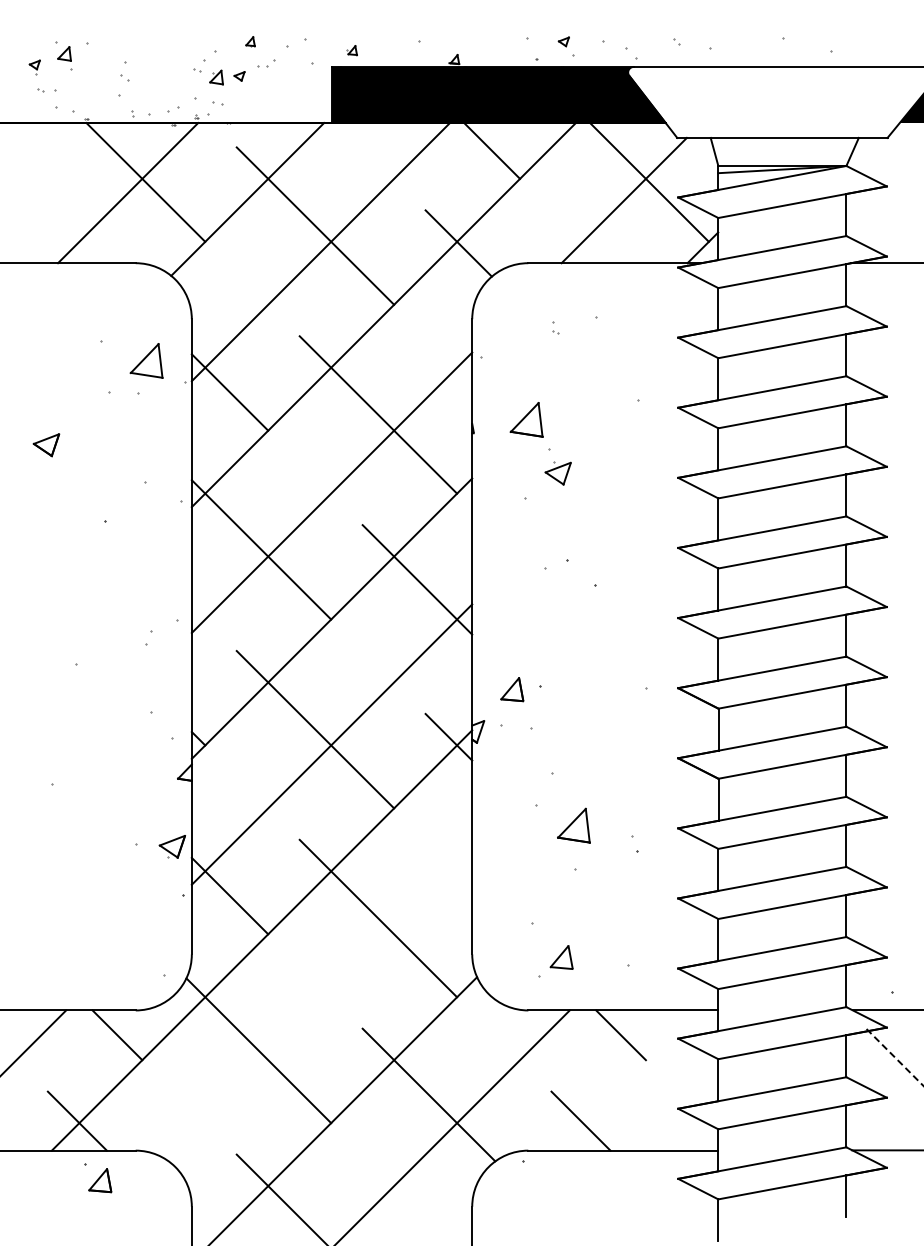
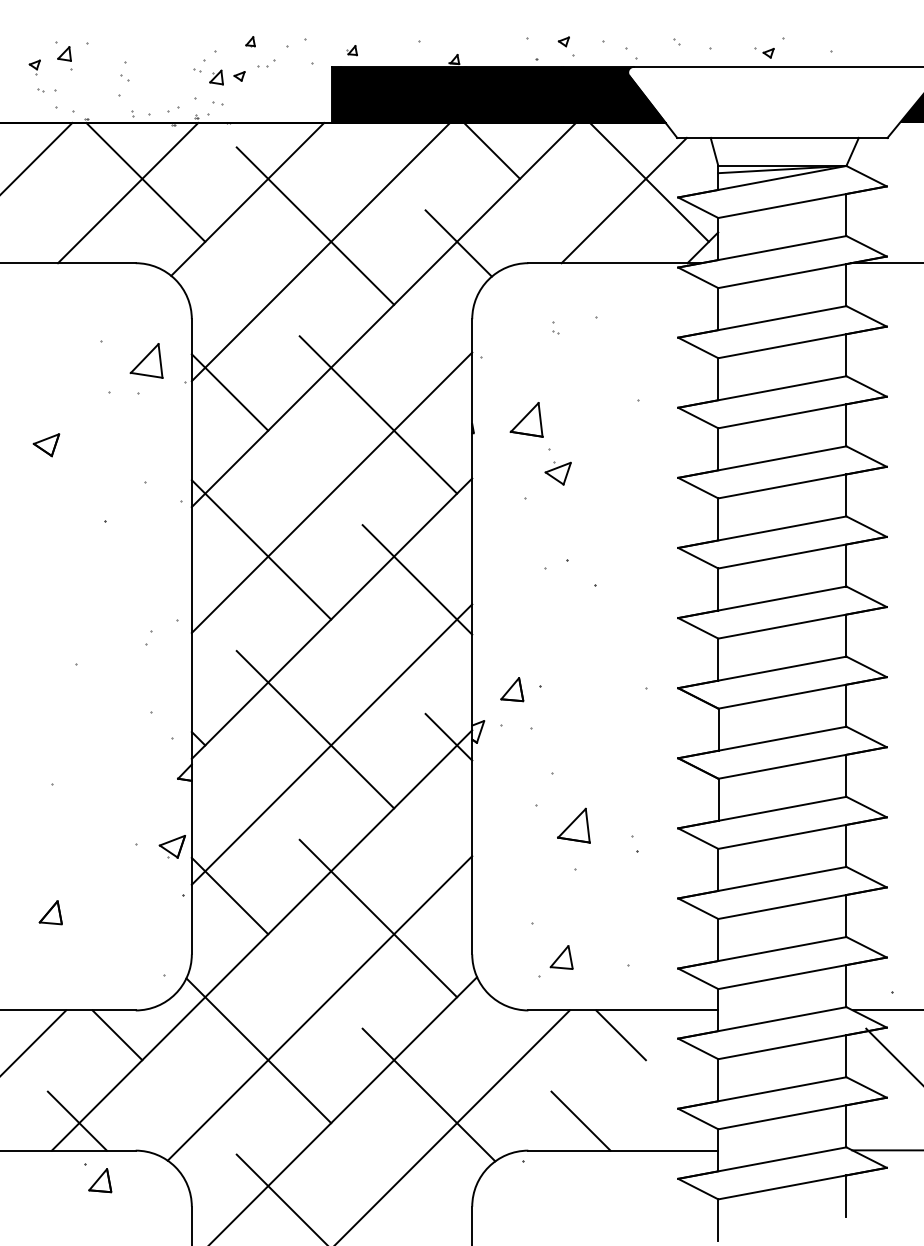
part at (764, 52): none -> present
line at (37, 158): none -> present
part at (50, 912): none -> present
line at (319, 1008): none -> present
line at (894, 1056): dashed -> solid
